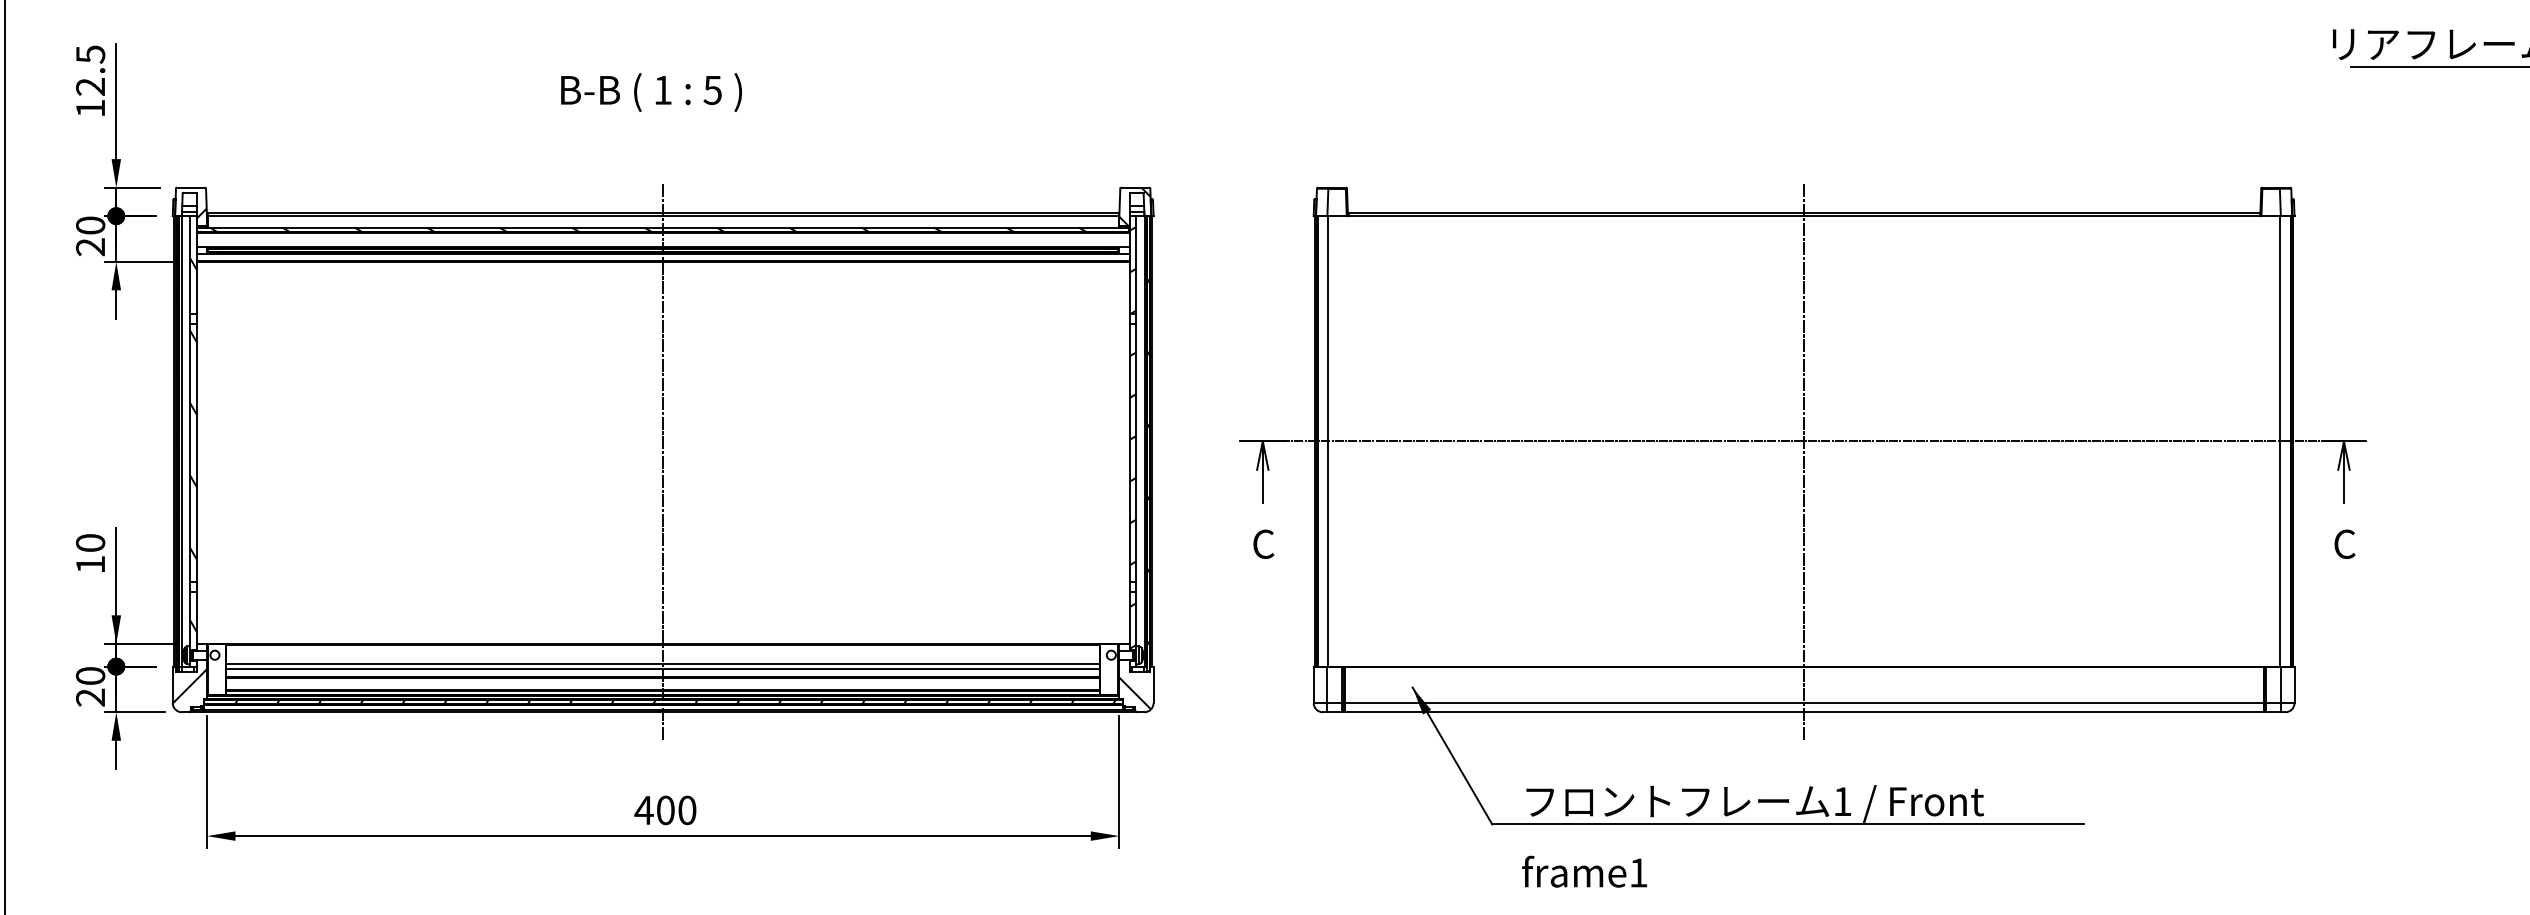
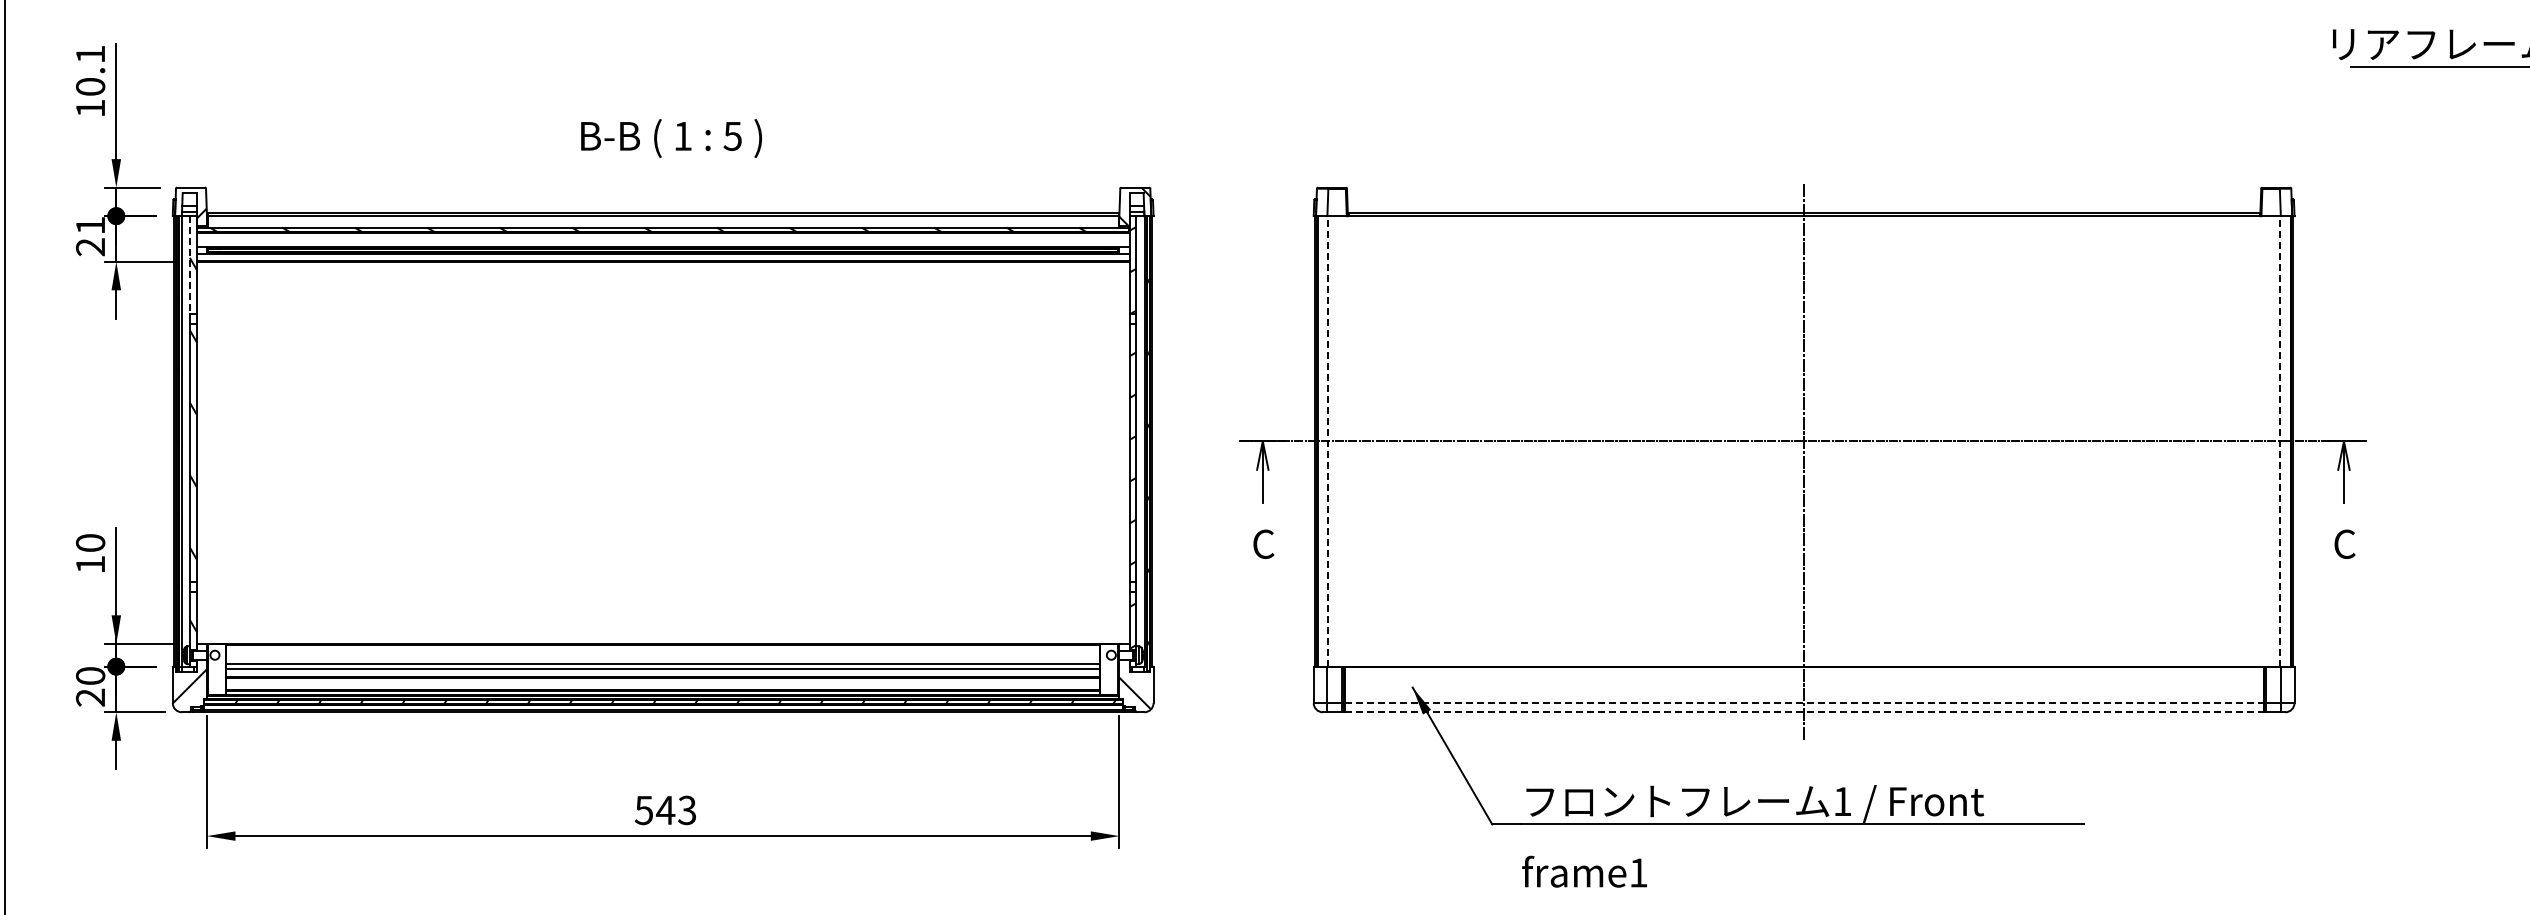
text at (90, 70): 12.5 -> 10.1
text at (651, 92) position: (651, 92) -> (671, 138)
text at (90, 225): 20 -> 21
line at (189, 264): solid -> dashed
line at (1327, 440): solid -> dashed
line at (2280, 440): solid -> dashed
line at (663, 462): present -> none
line at (1804, 703): solid -> dashed
line at (1804, 712): solid -> dashed
text at (665, 810): 400 -> 543
